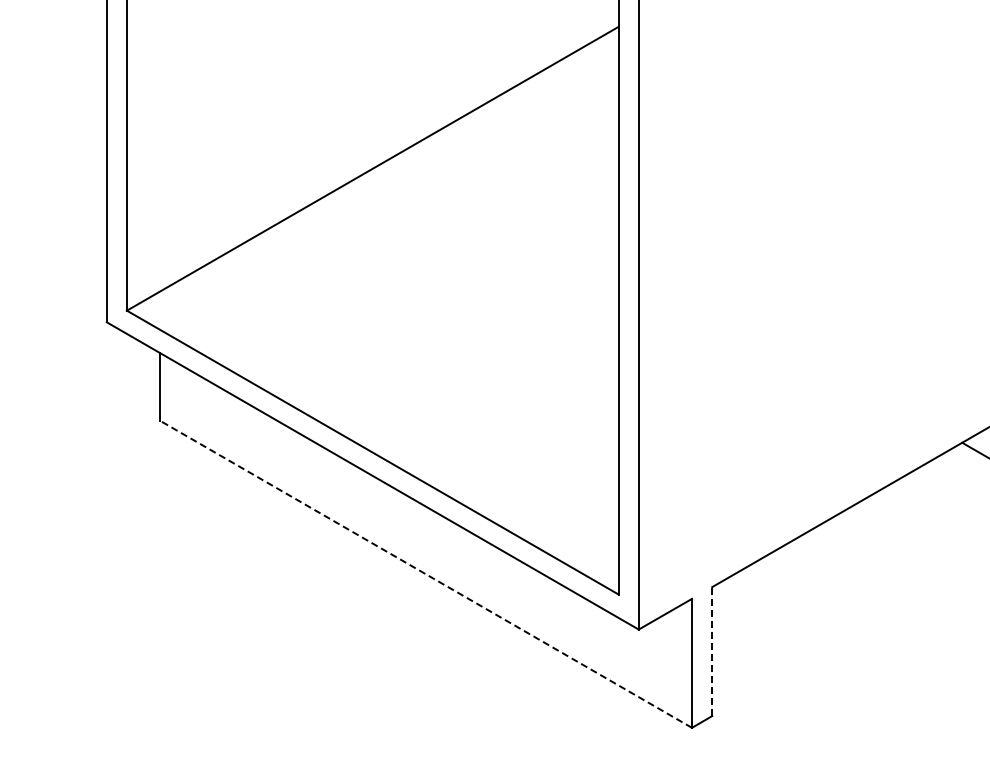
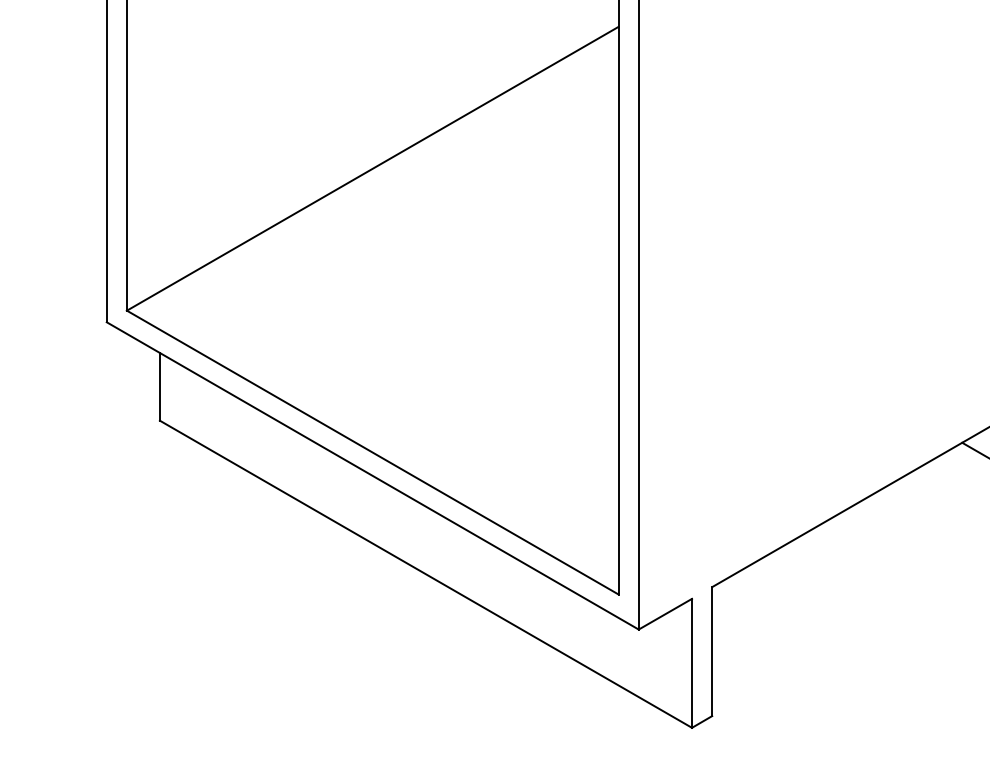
line at (425, 574): dashed -> solid
line at (712, 651): dashed -> solid
